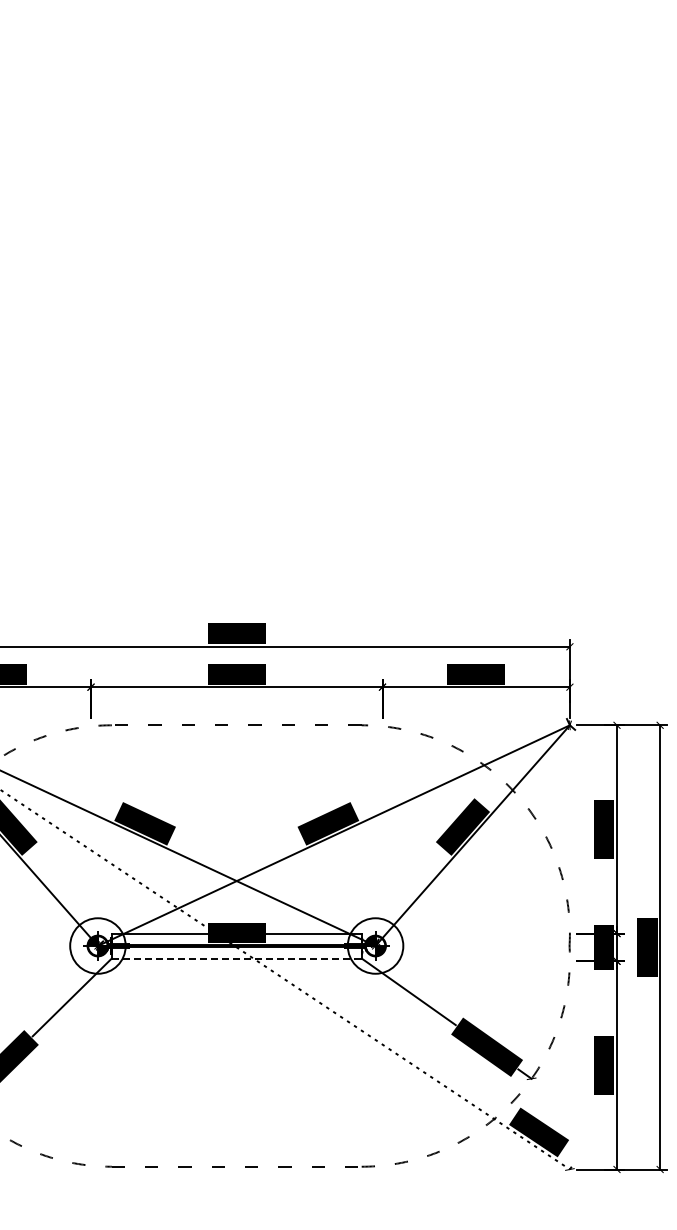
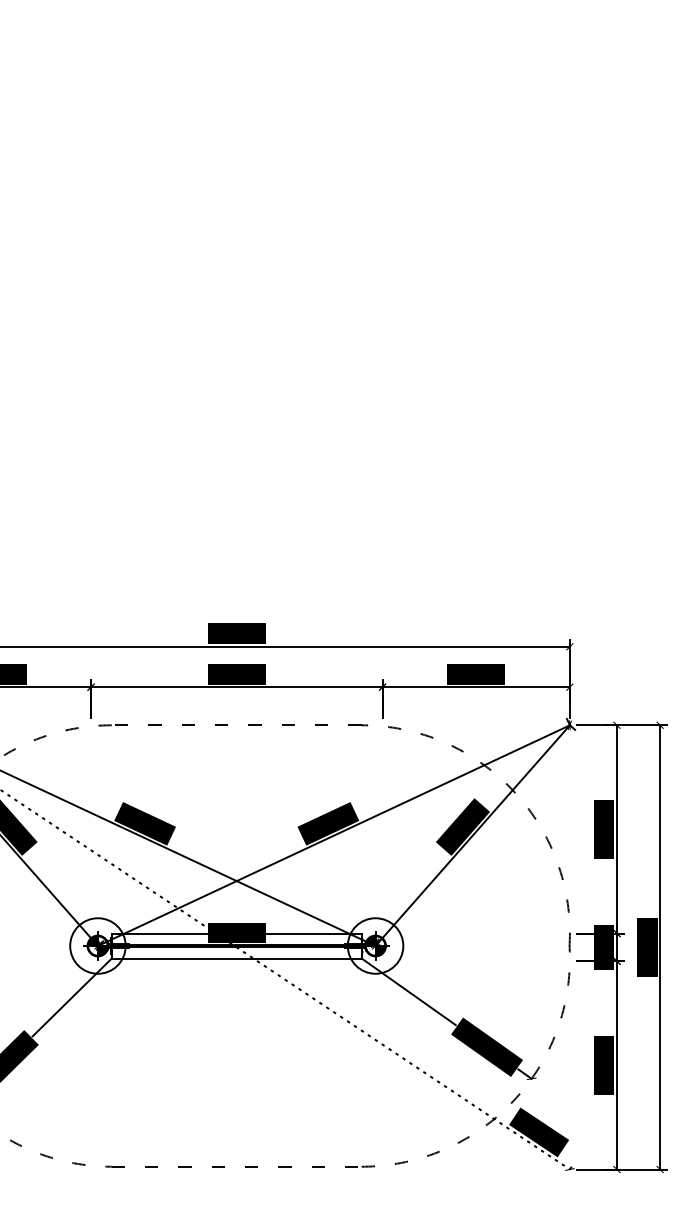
line at (236, 958): dashed -> solid
